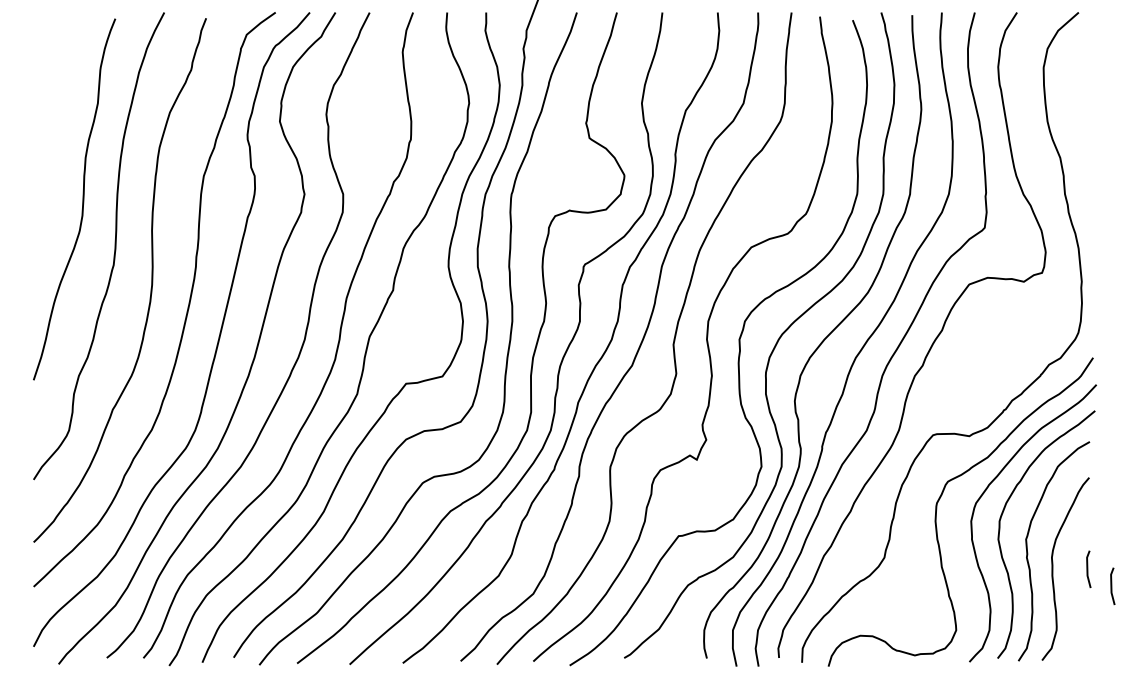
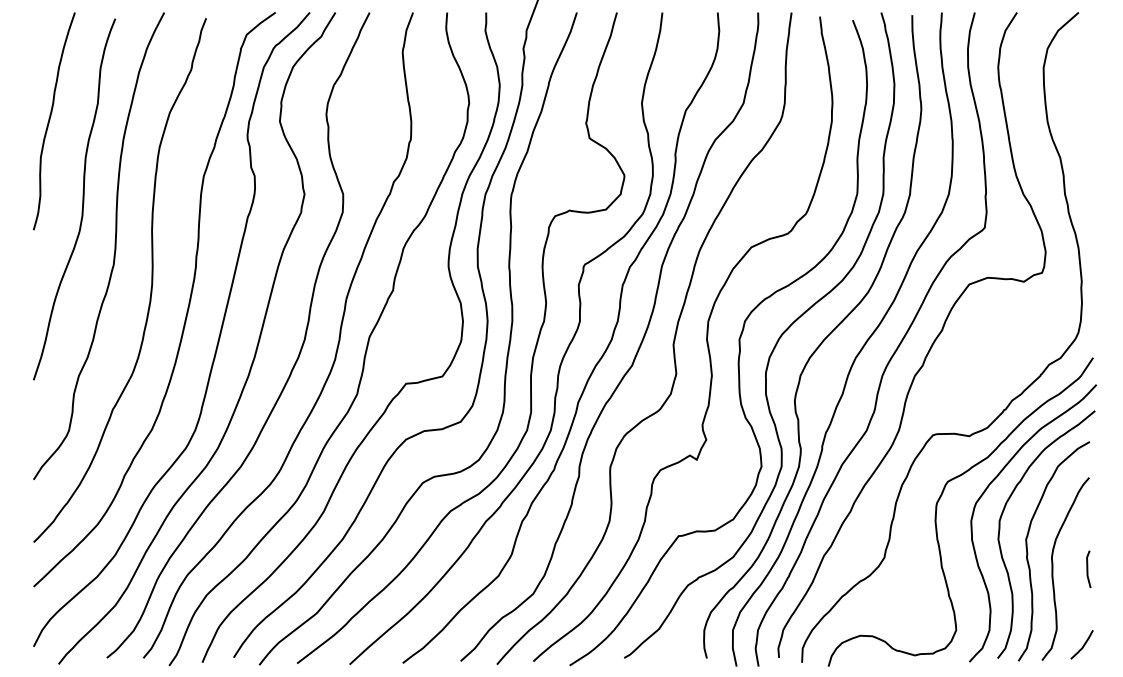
curve at (50, 120): none -> present
line at (1112, 586): present -> none
curve at (1083, 644): none -> present
